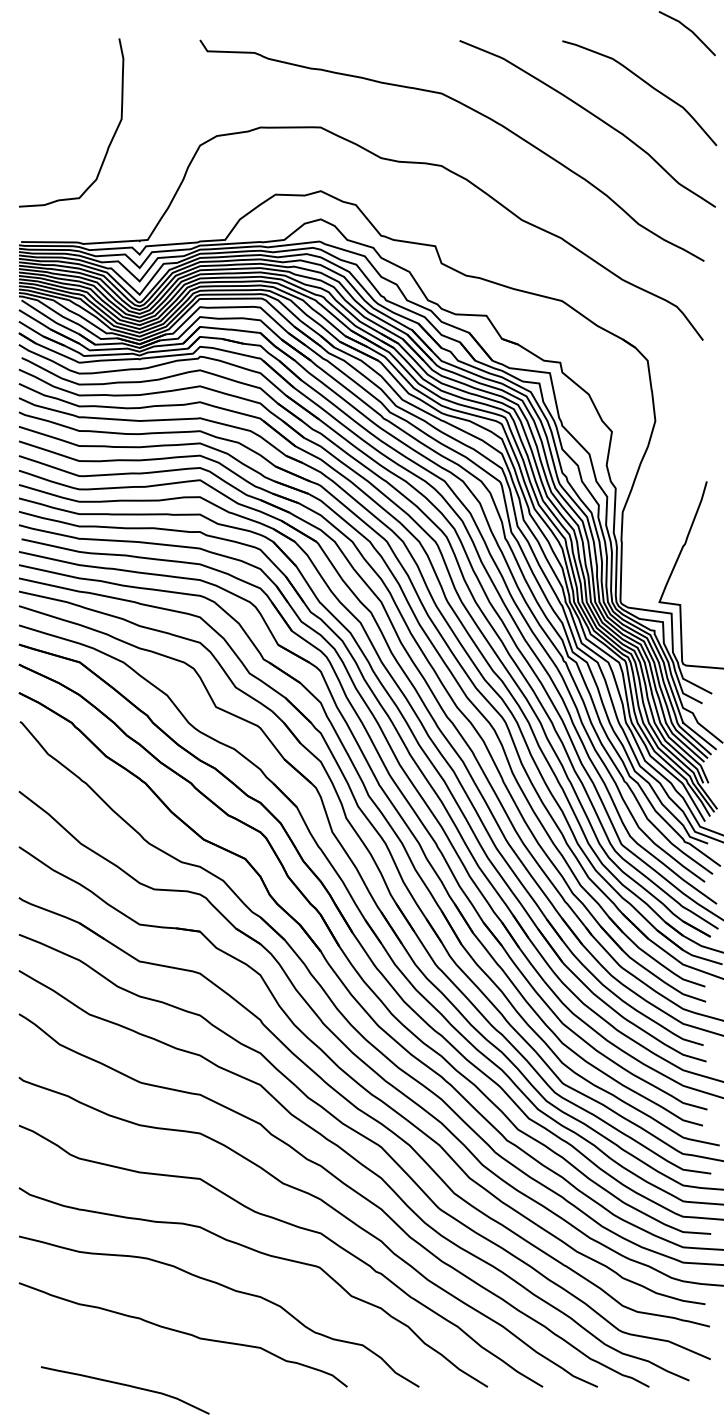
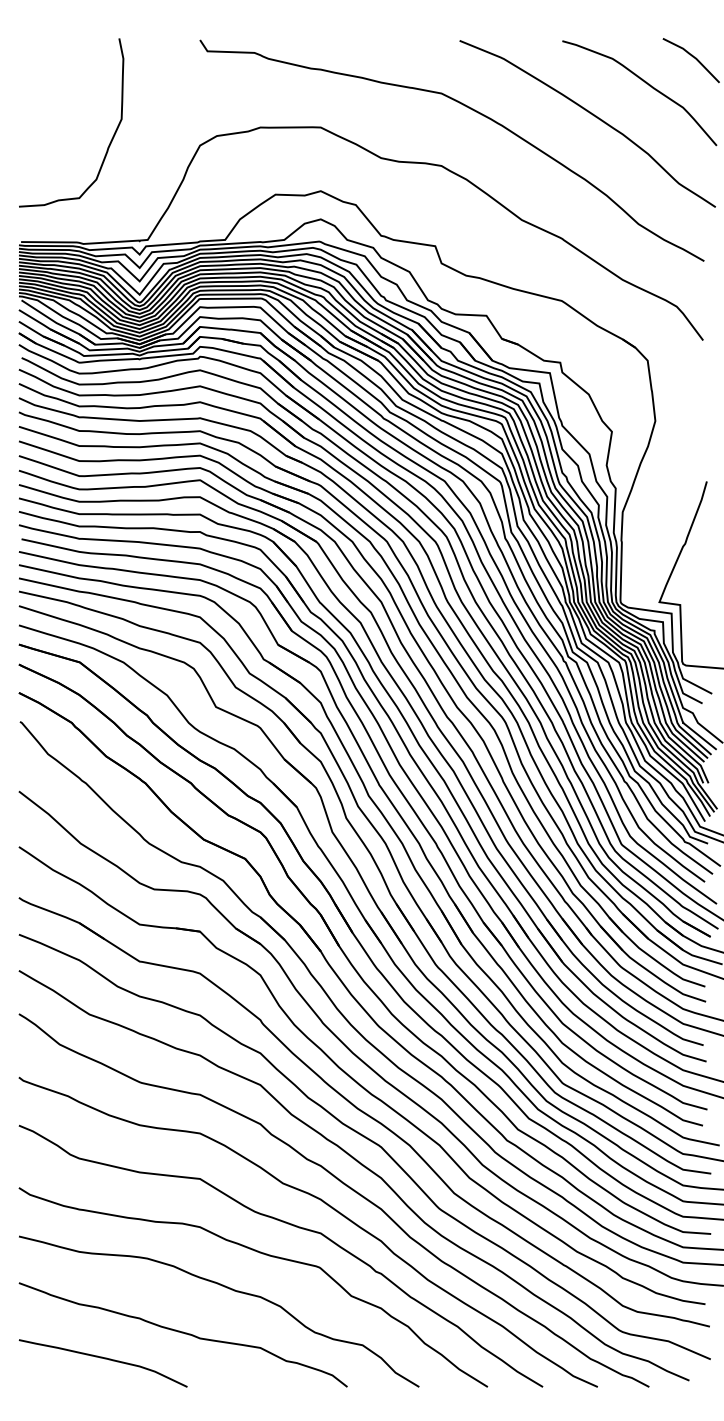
line at (688, 30) position: (688, 30) -> (692, 57)
curve at (126, 1386) position: (126, 1386) -> (104, 1359)
